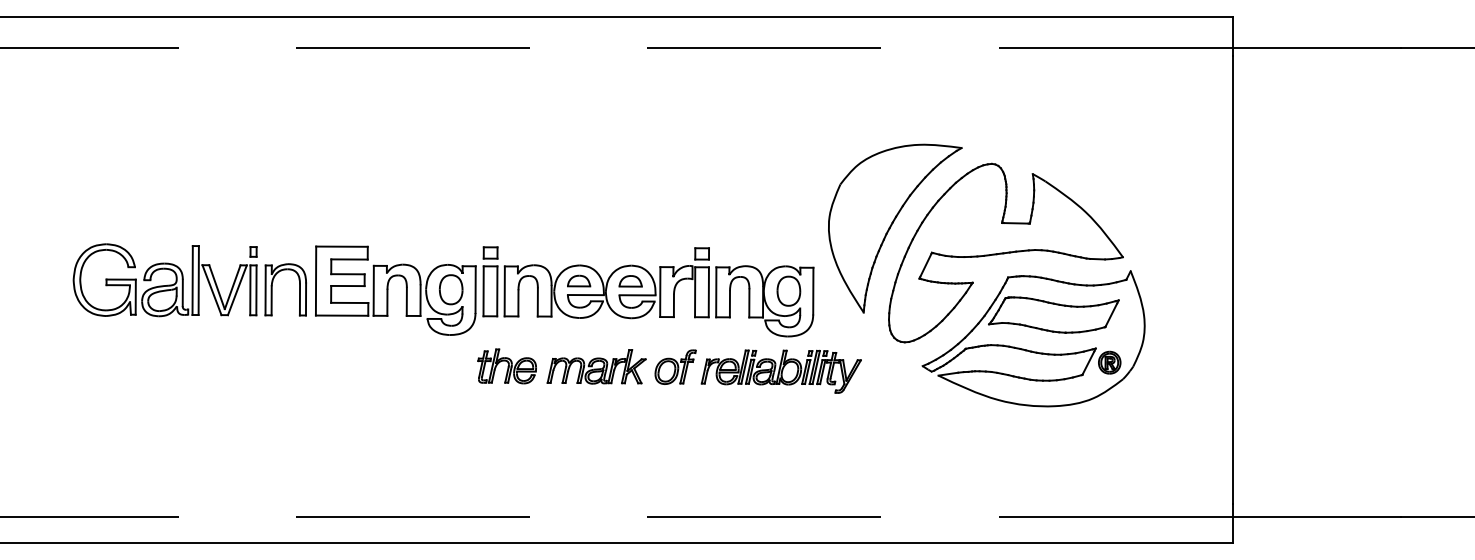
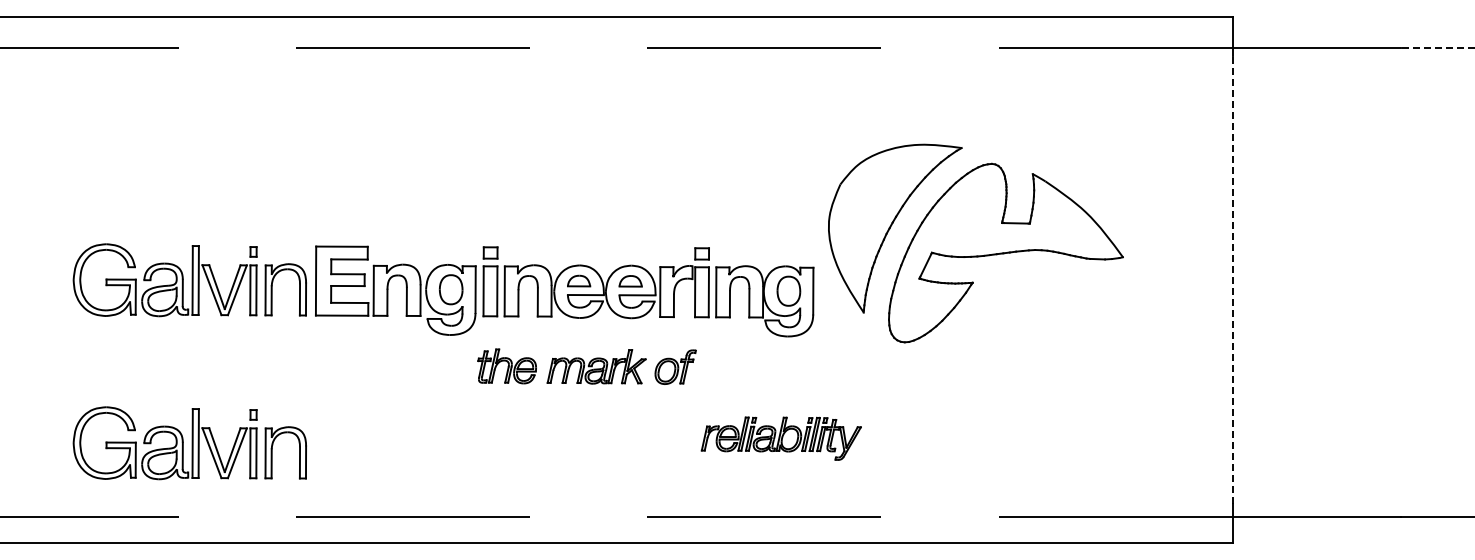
line at (1437, 48): solid -> dashed
line at (1232, 280): solid -> dashed
part at (1033, 338): present -> none
part at (780, 371) position: (780, 371) -> (780, 438)
part at (189, 443): none -> present
